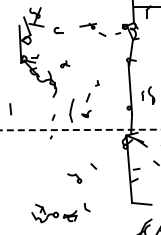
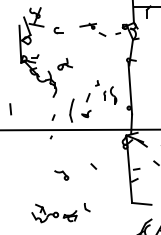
part at (65, 64) size: 11x9 px -> 16x14 px
part at (148, 95) position: (148, 95) -> (110, 95)
circle at (80, 129): dashed -> solid
part at (74, 178) position: (74, 178) -> (61, 175)
